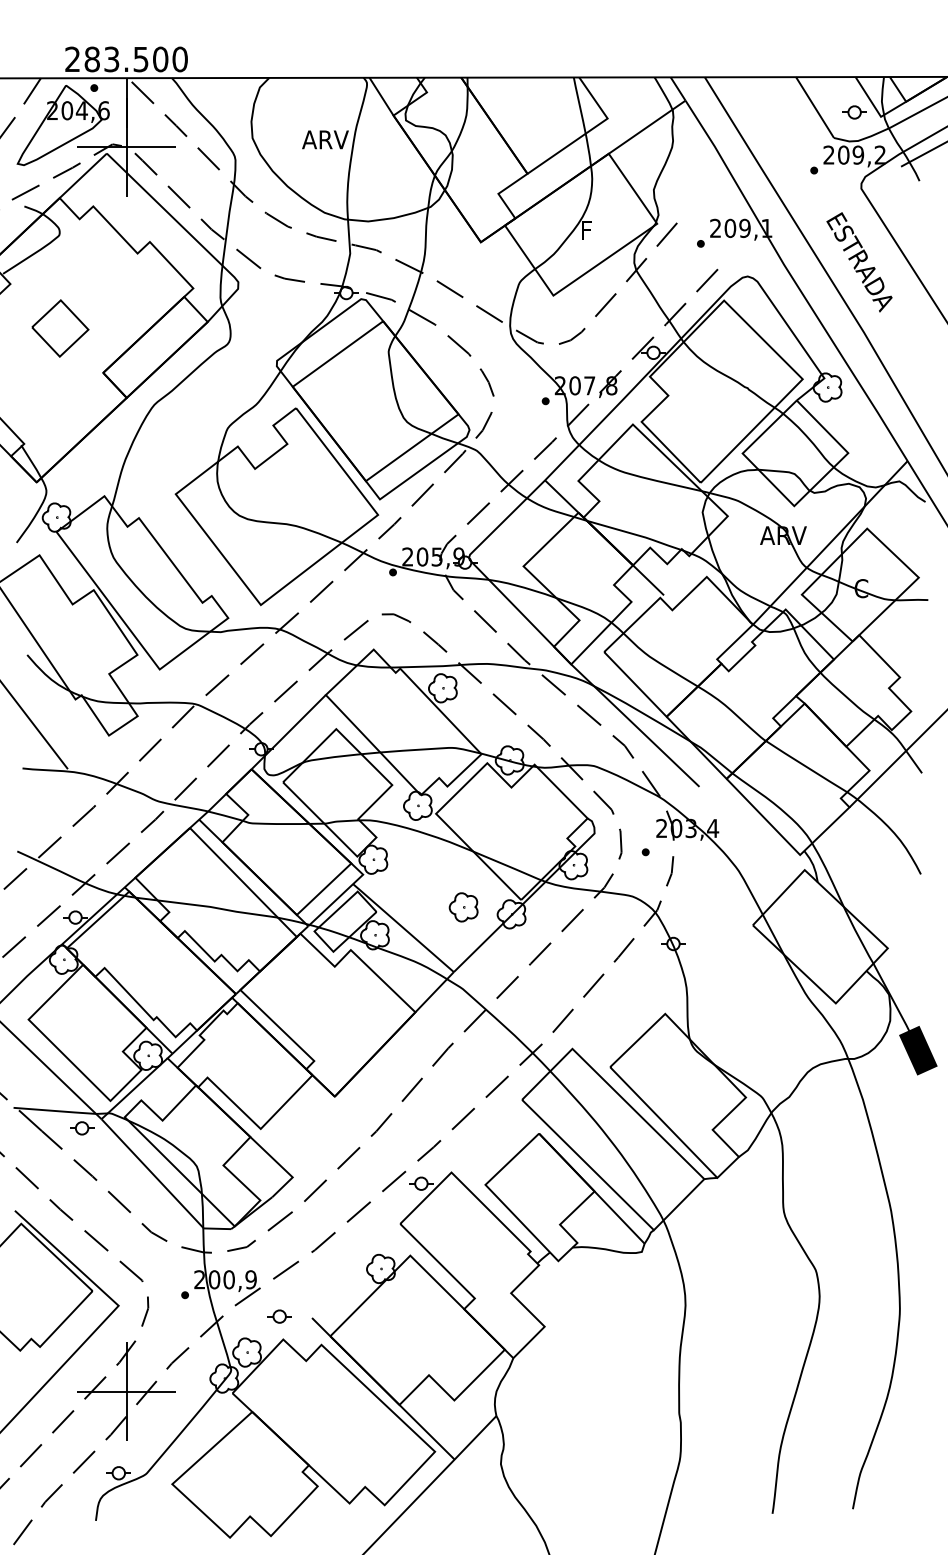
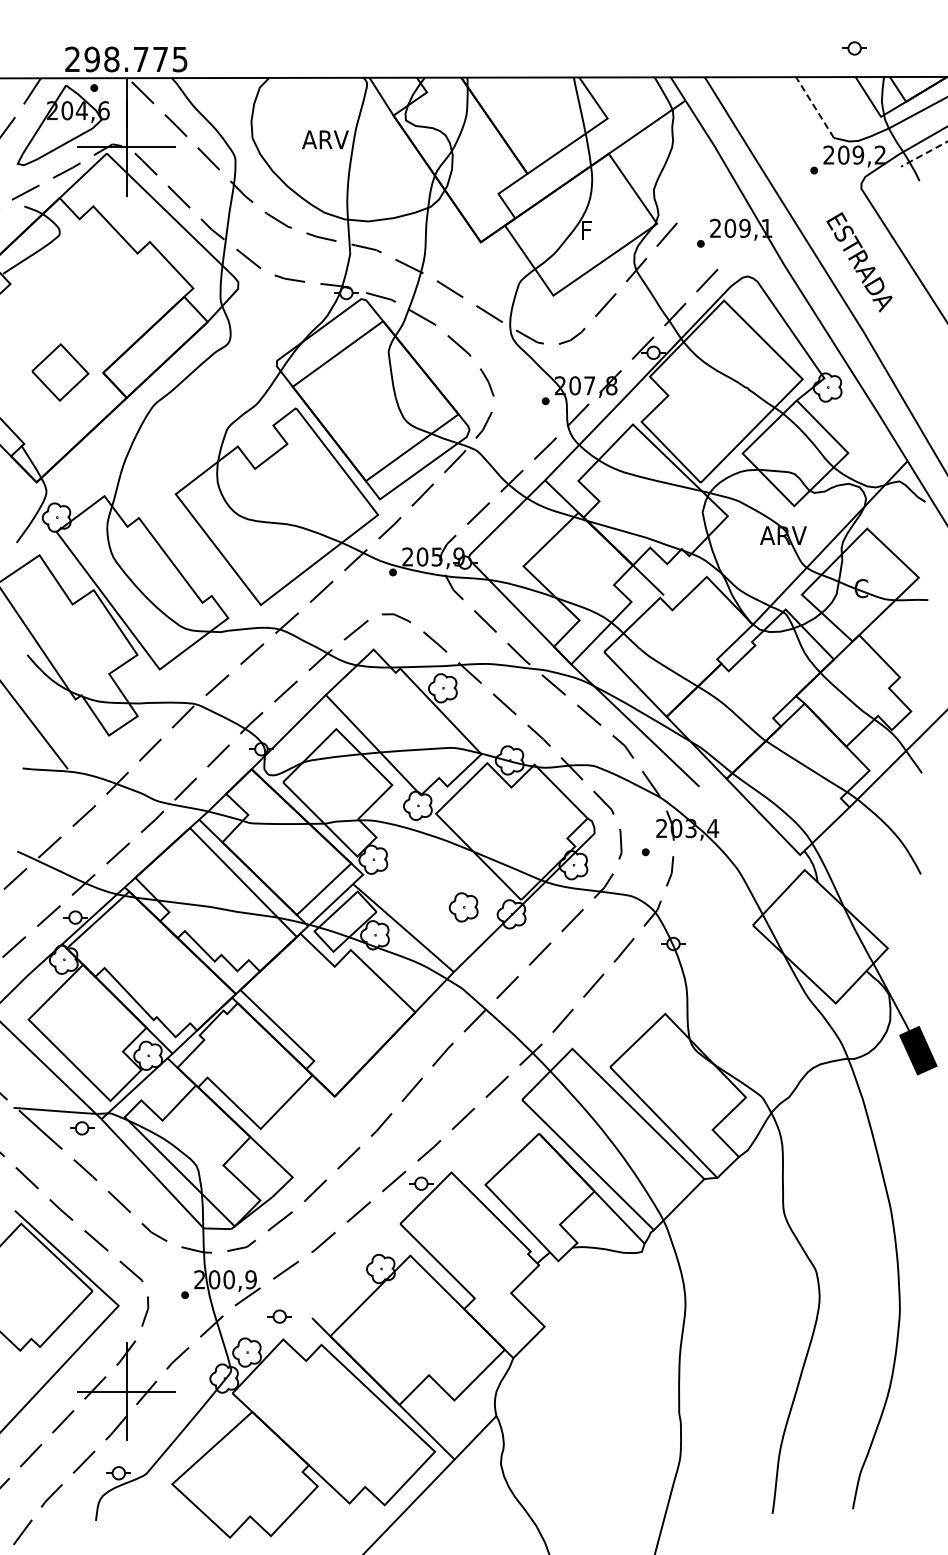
text at (135, 59): 283.500 -> 298.775
line at (815, 107): solid -> dashed
part at (854, 112) position: (854, 112) -> (854, 48)
line at (923, 154): solid -> dashed
part at (60, 328) position: (60, 328) -> (60, 372)
